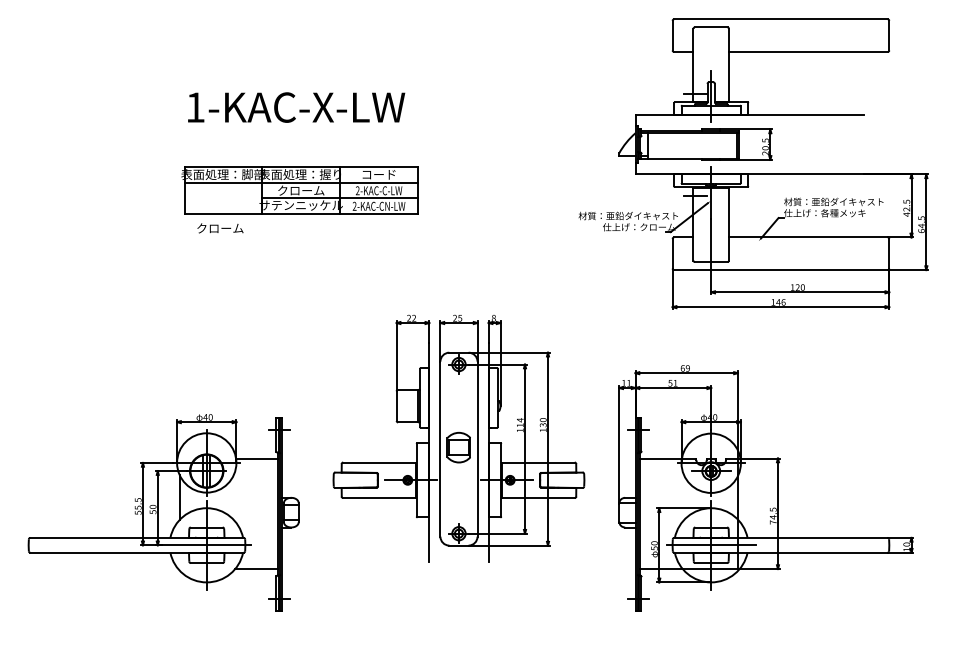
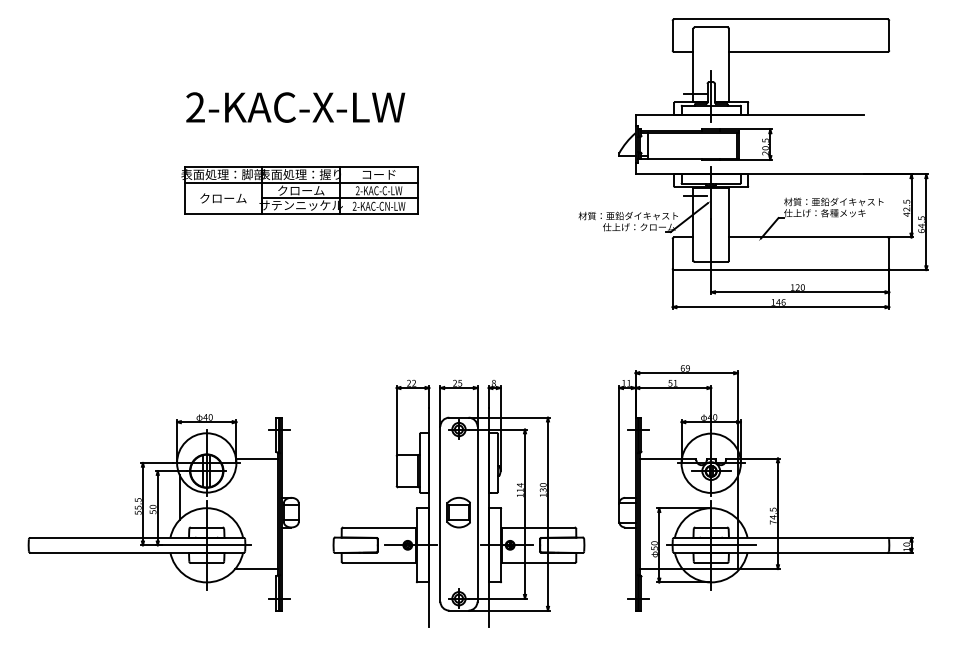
text at (195, 107): 1-KAC-X-LW -> 2-KAC-X-LW
text at (220, 228) position: (220, 228) -> (223, 198)
part at (458, 438) position: (458, 438) -> (458, 503)
